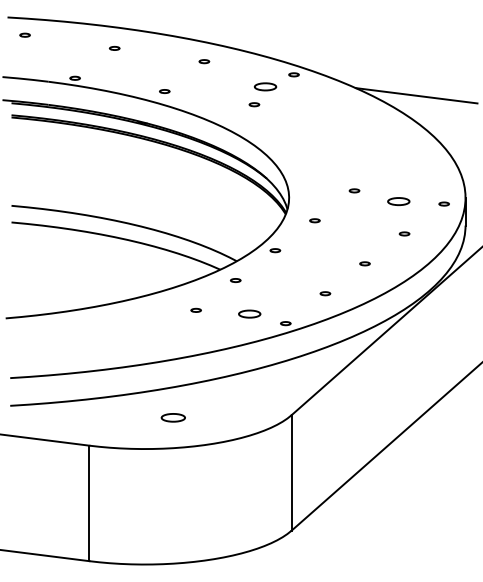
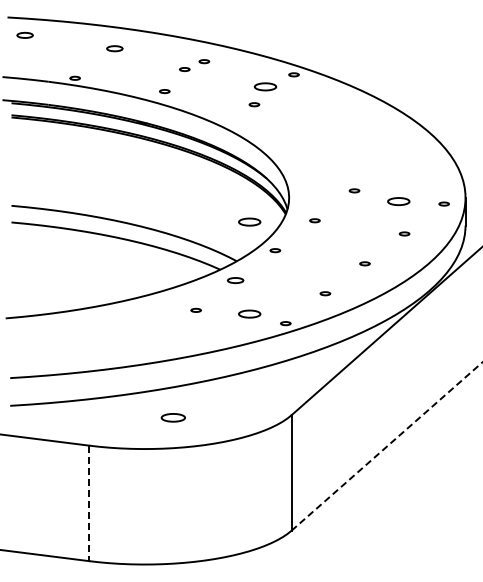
part at (24, 34) size: 12x6 px -> 18x8 px
part at (114, 47) size: 13x6 px -> 18x8 px
part at (184, 69): none -> present
line at (416, 95): present -> none
part at (249, 221): none -> present
part at (235, 280) size: 12x5 px -> 19x8 px
line at (387, 446): solid -> dashed
line at (89, 503): solid -> dashed
